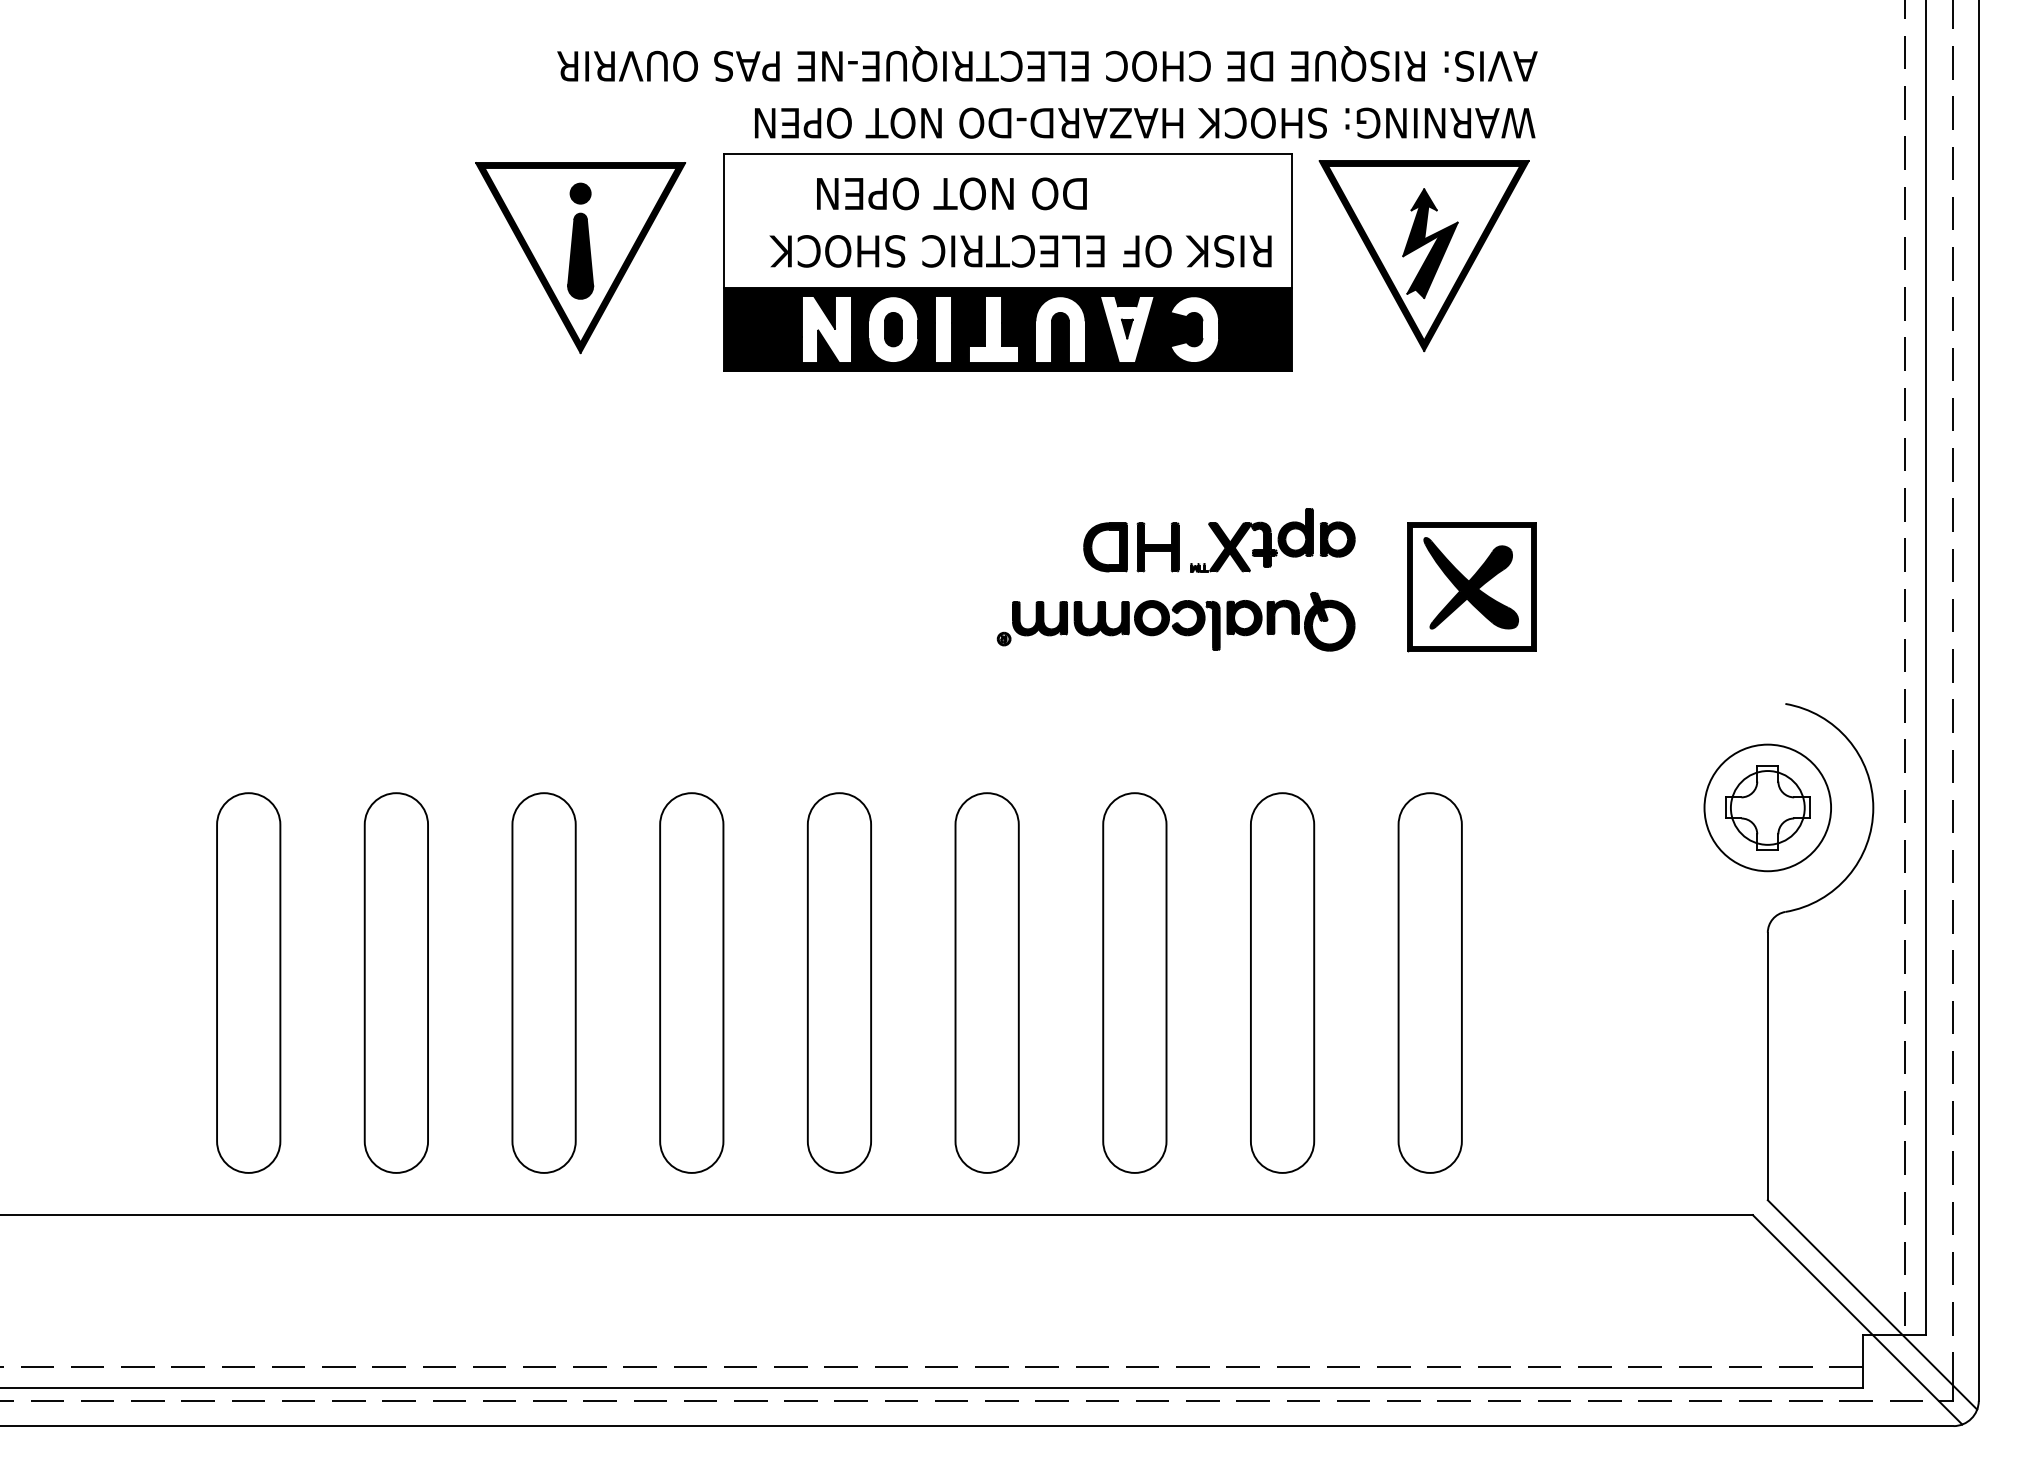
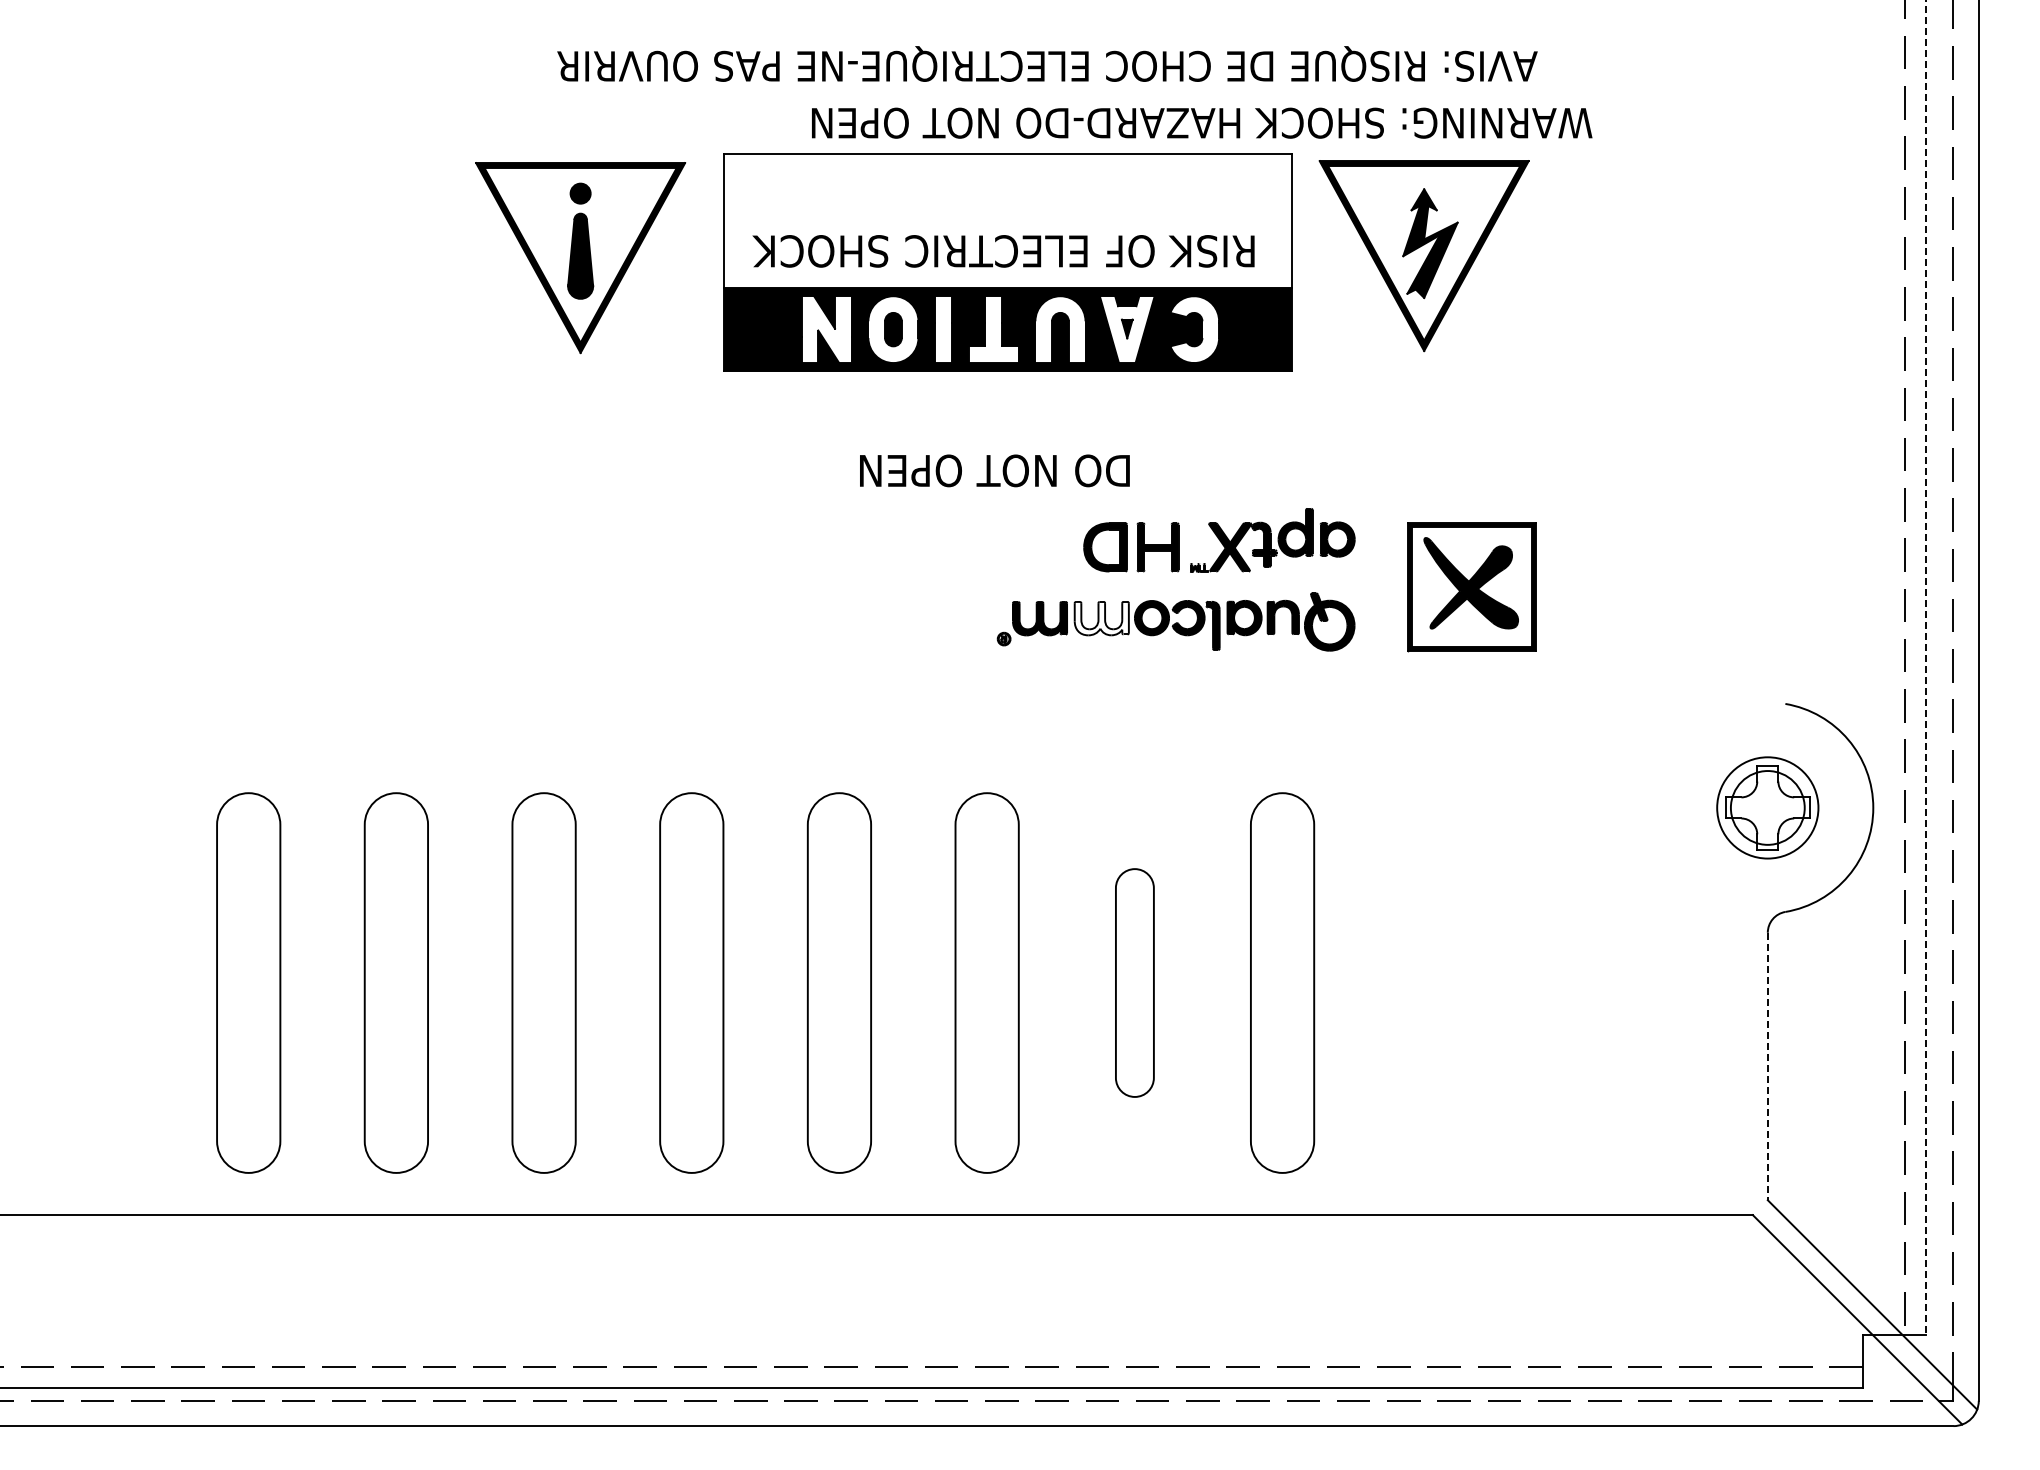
text at (1145, 122) position: (1145, 122) -> (1202, 122)
text at (951, 193) position: (951, 193) -> (994, 470)
text at (1020, 251) position: (1020, 251) -> (1003, 251)
fill at (1101, 618): present -> none
line at (1926, 668): solid -> dashed
circle at (1767, 807) diameter: 127 px -> 101 px
part at (1134, 982) size: 66x382 px -> 40x230 px
part at (1429, 982): present -> none
line at (1767, 1066): solid -> dashed
